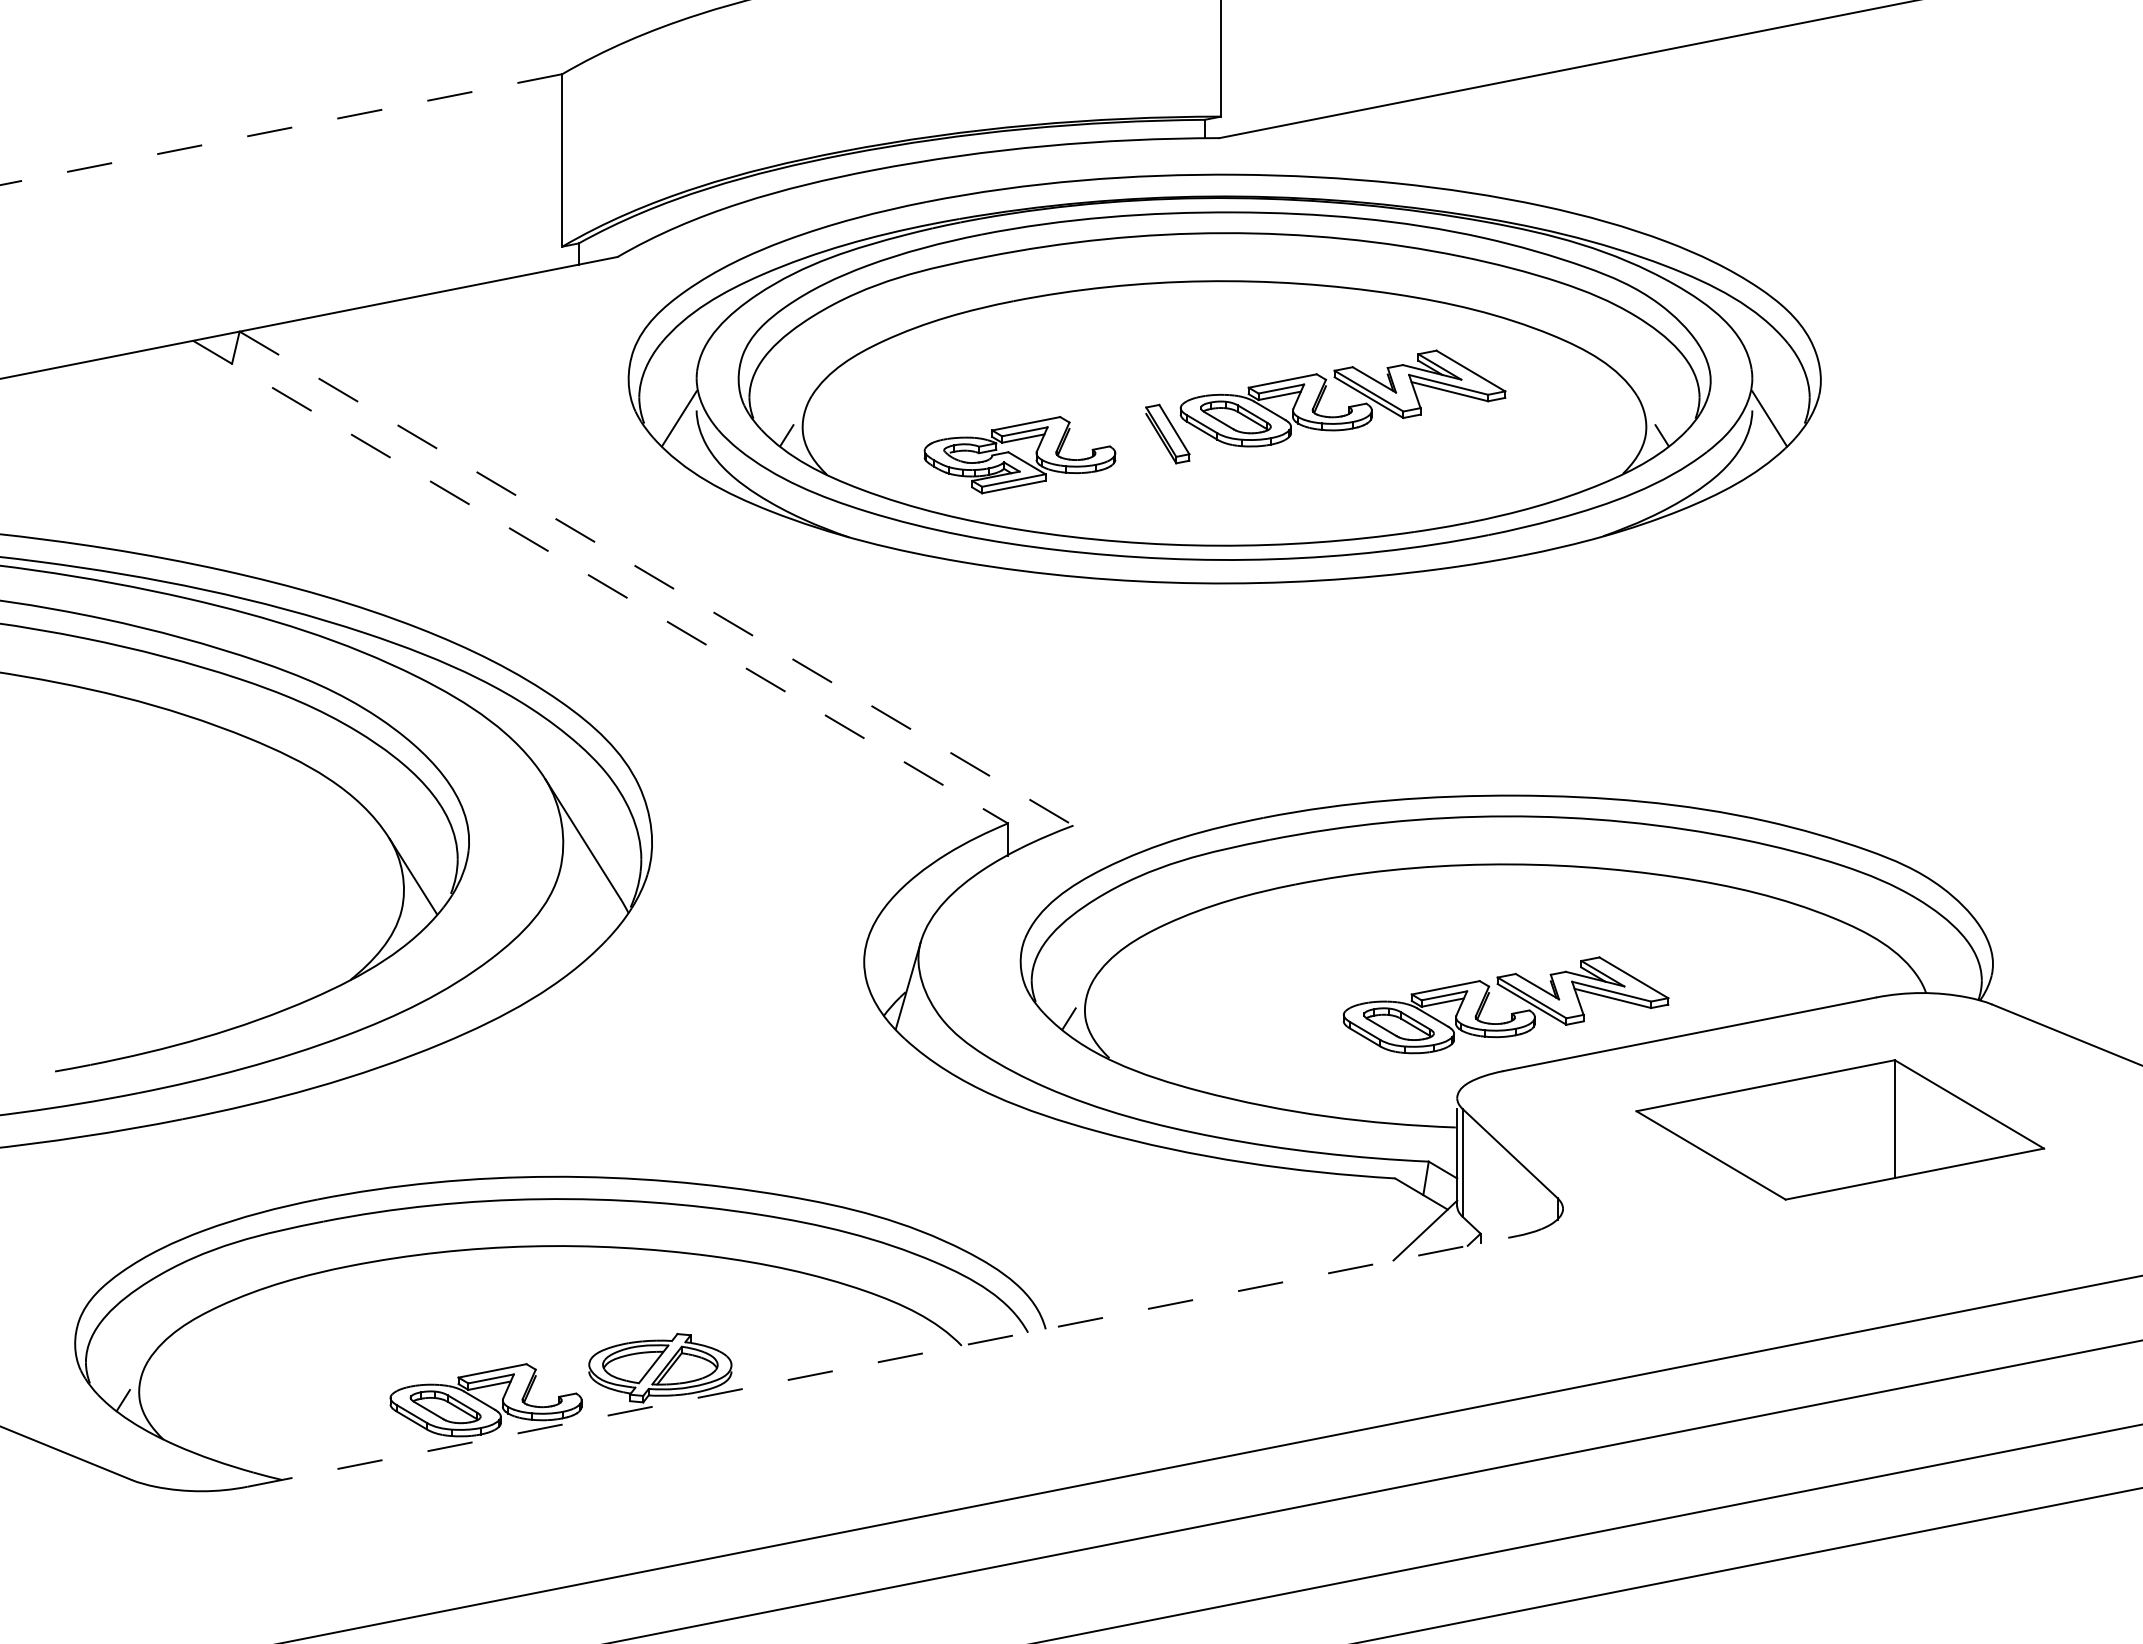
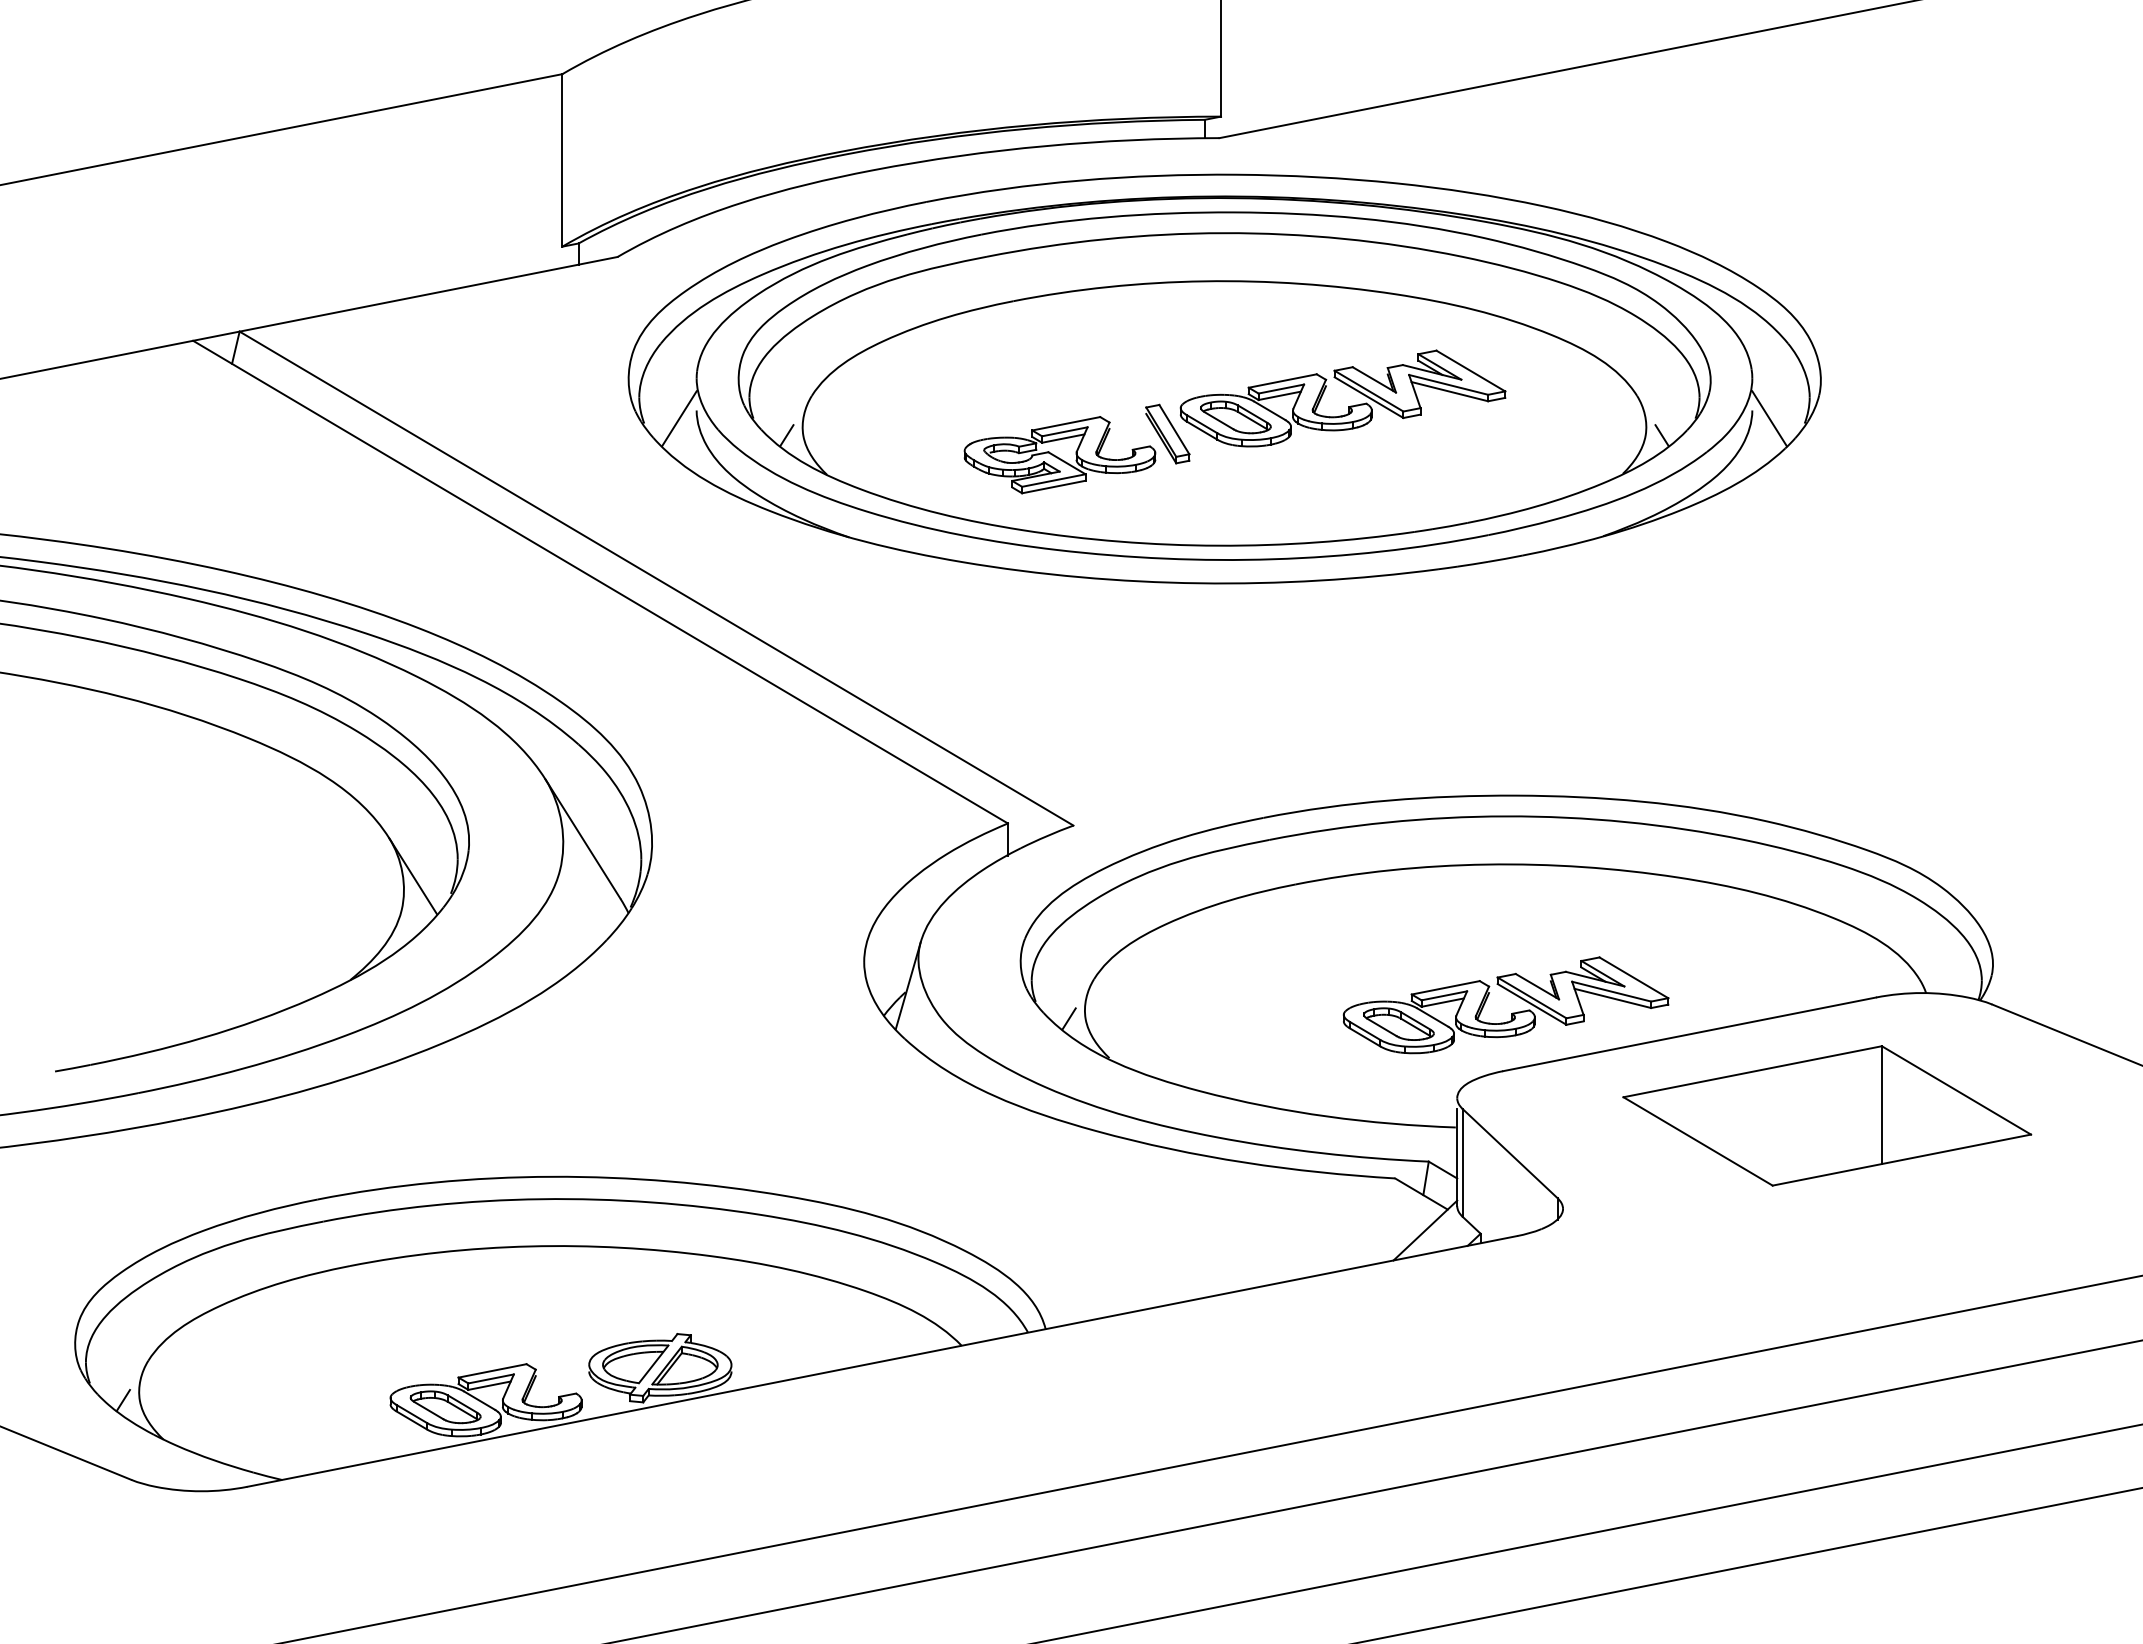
line at (281, 129): dashed -> solid
part at (1019, 455) position: (1019, 455) -> (1059, 455)
line at (656, 578): dashed -> solid
line at (600, 582): dashed -> solid
part at (1840, 1129) position: (1840, 1129) -> (1827, 1115)
line at (882, 1361): dashed -> solid
